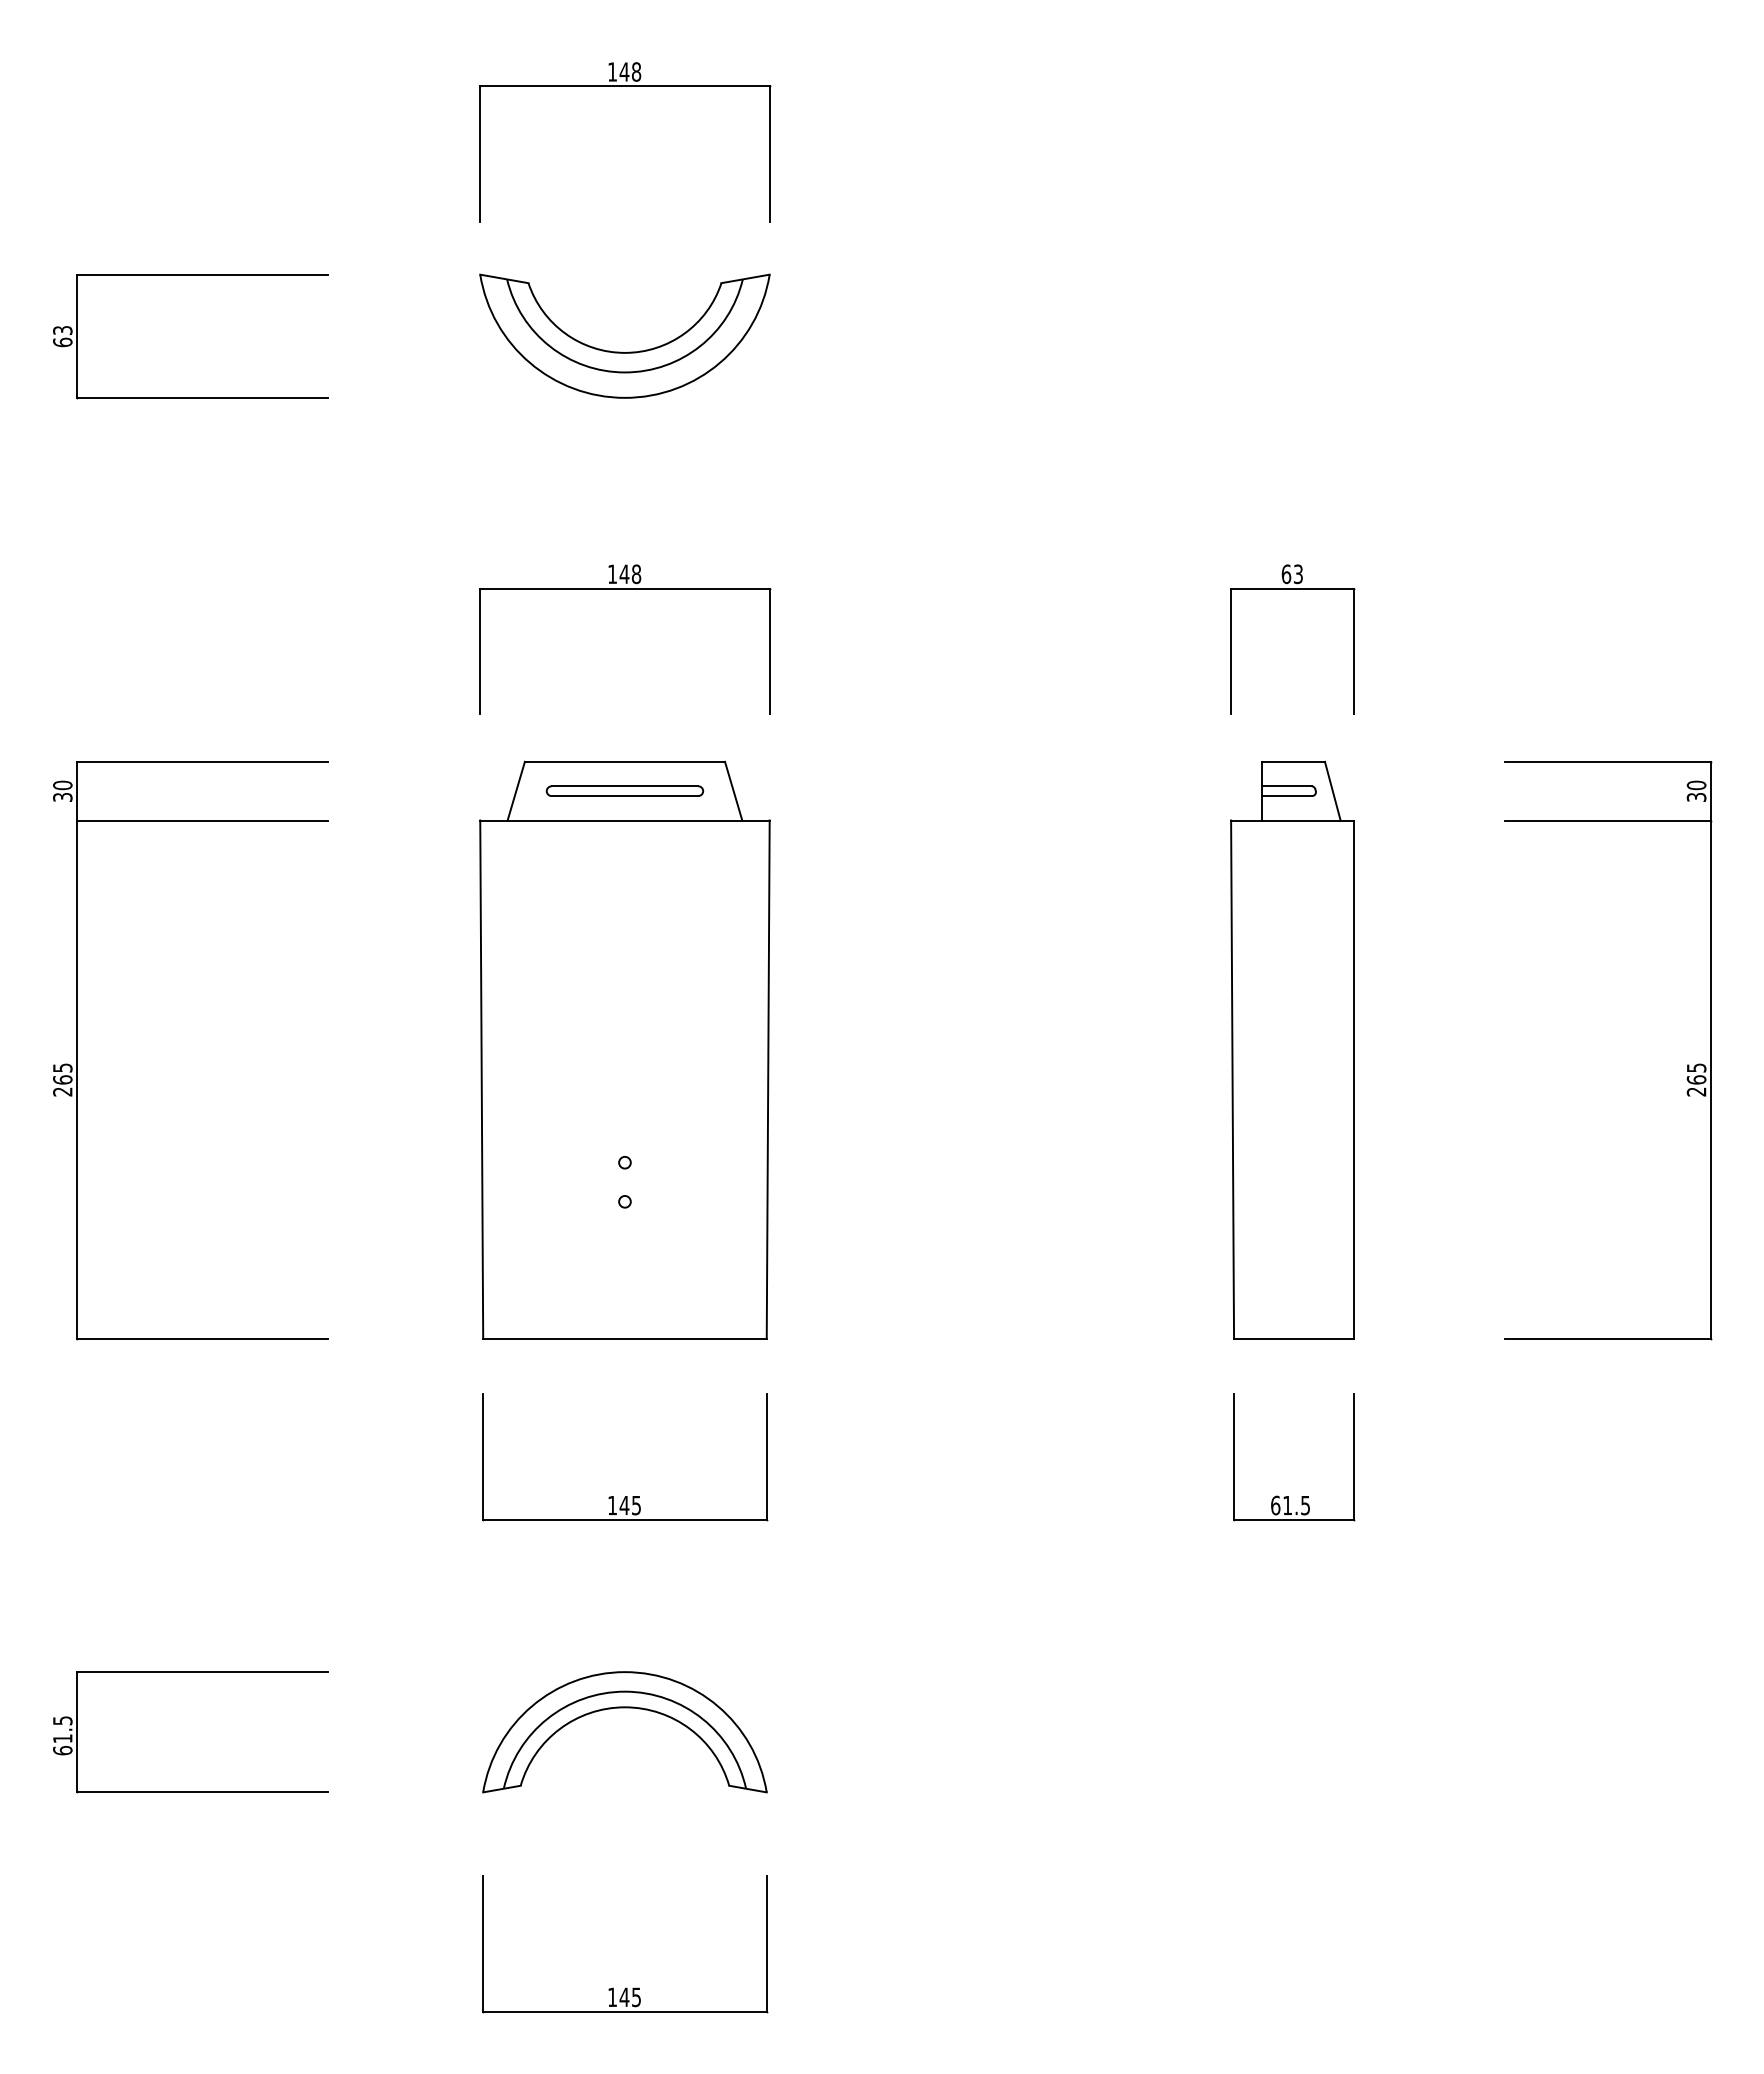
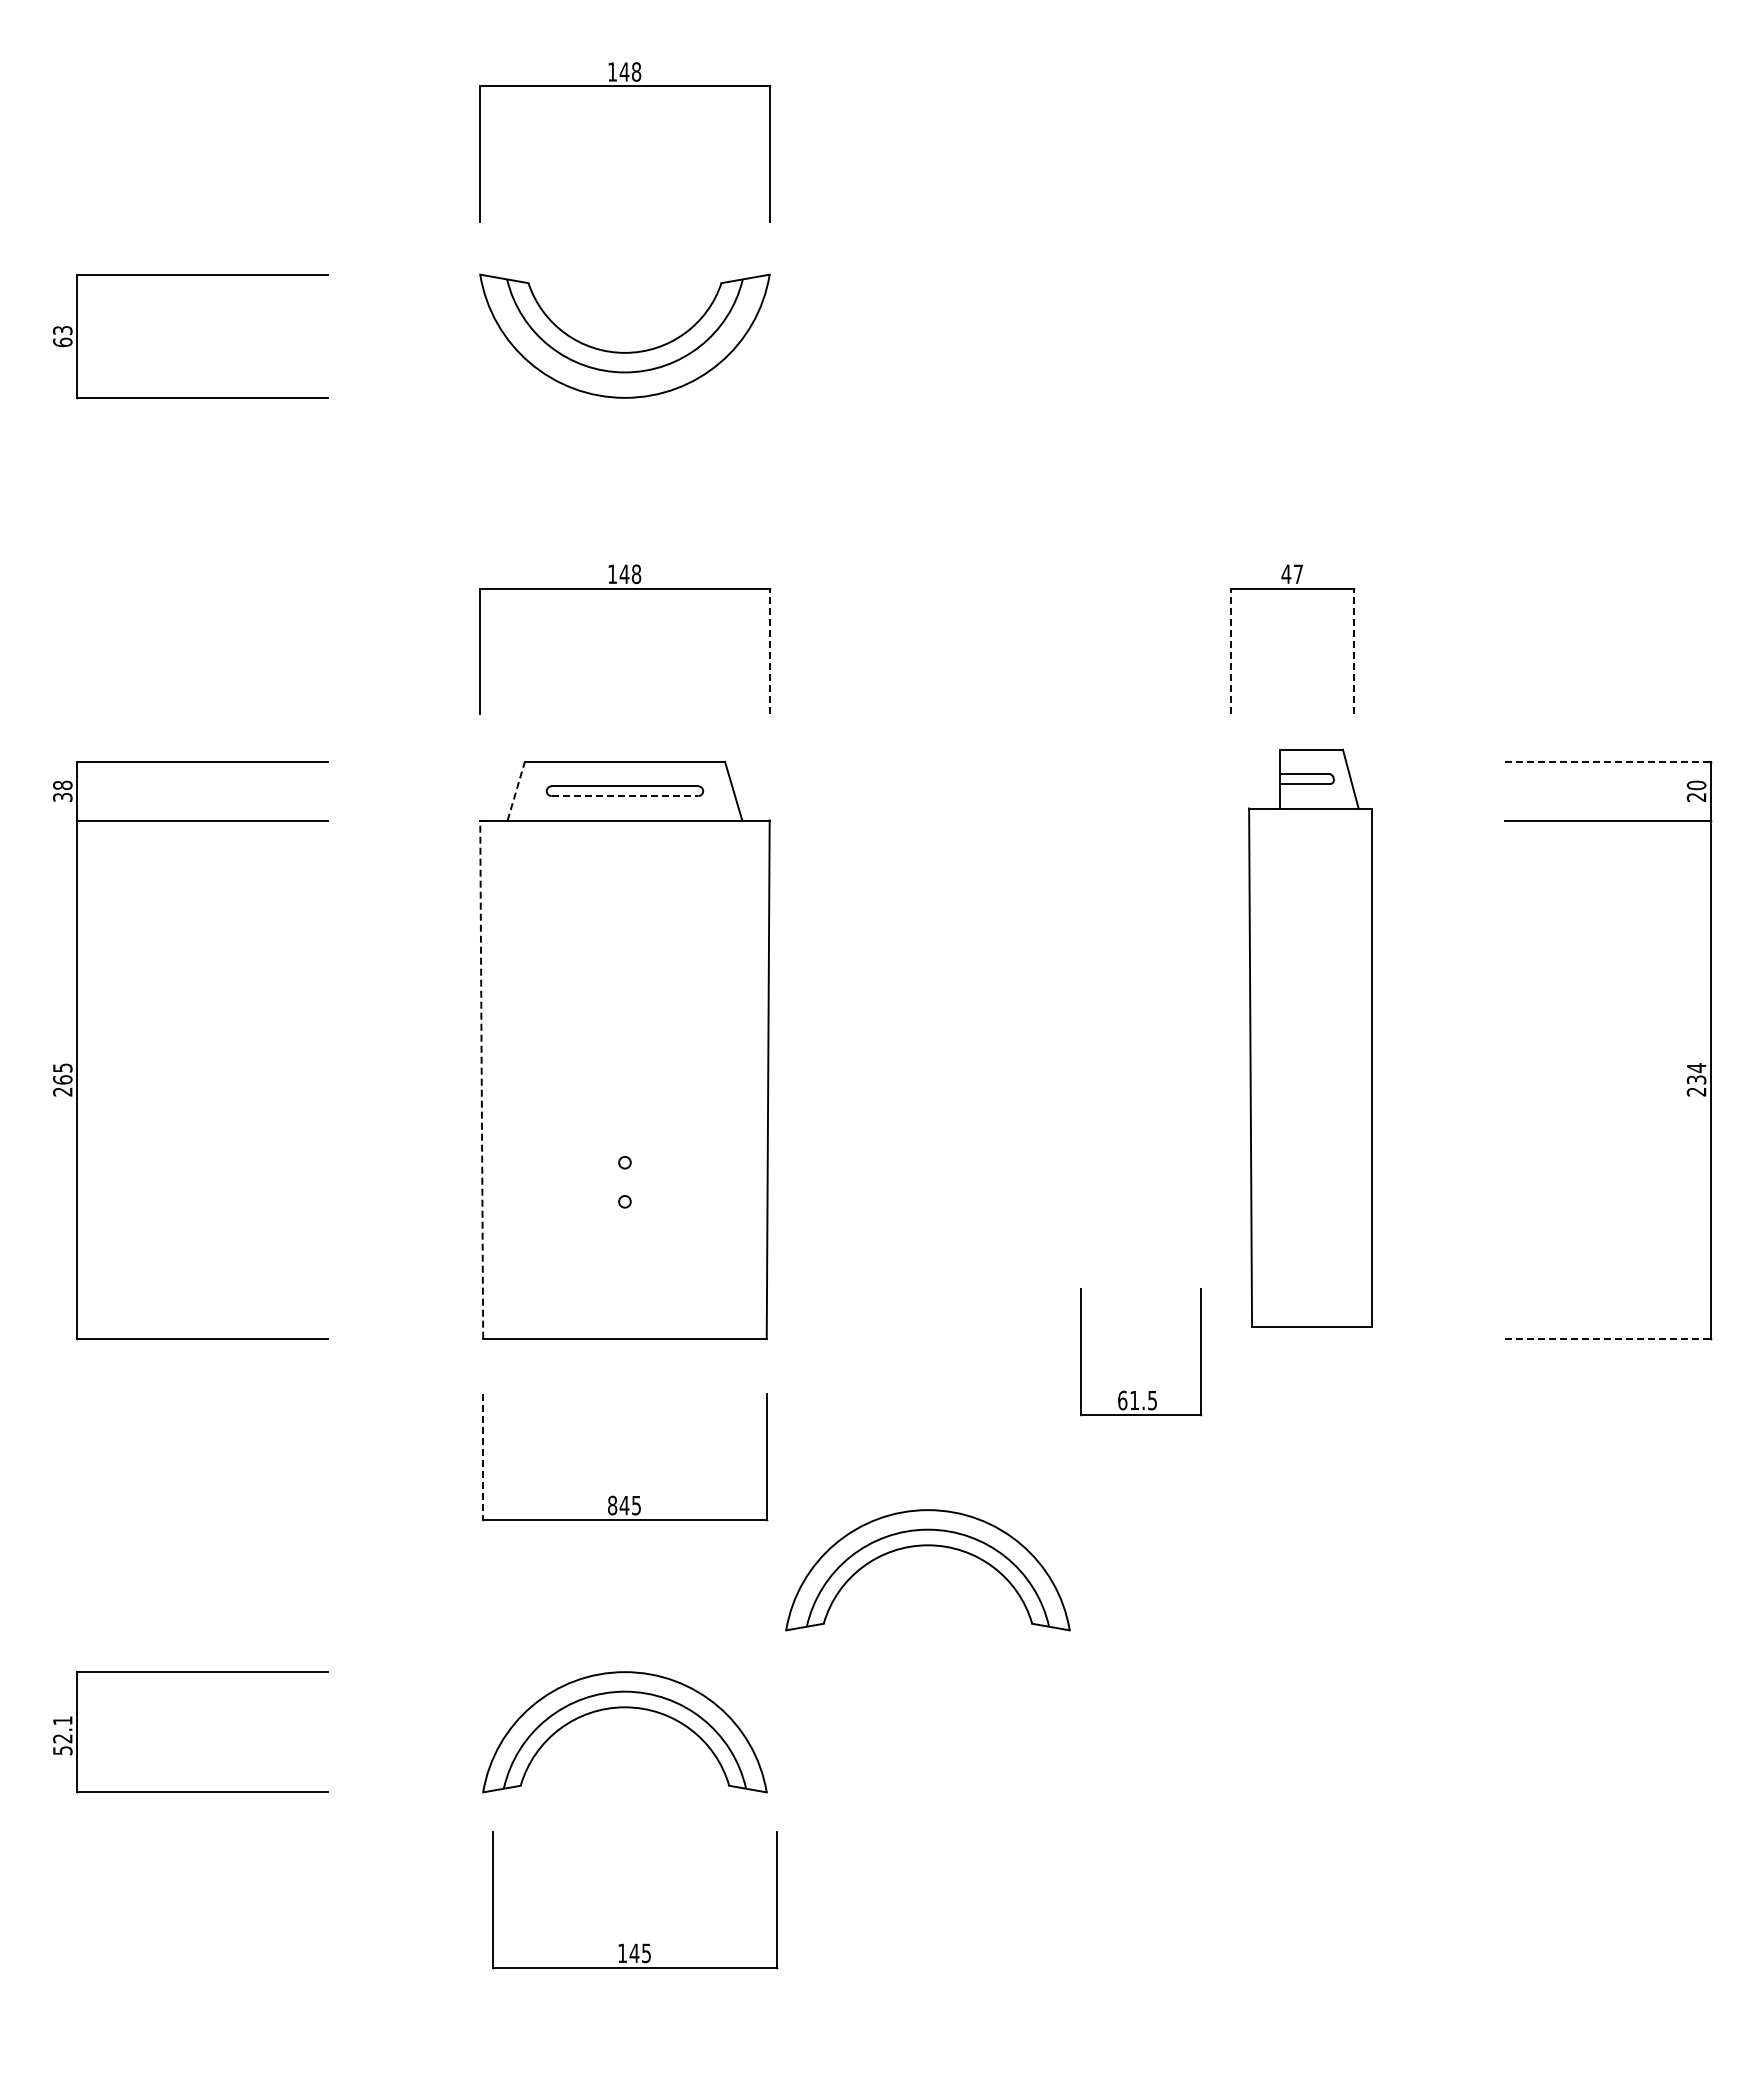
text at (1291, 574): 63 -> 47
line at (769, 651): solid -> dashed
line at (1231, 651): solid -> dashed
line at (1354, 651): solid -> dashed
line at (1608, 761): solid -> dashed
text at (62, 785): 30 -> 38
line at (516, 791): solid -> dashed
line at (625, 796): solid -> dashed
text at (1696, 797): 30 -> 20
part at (1292, 1049) position: (1292, 1049) -> (1310, 1037)
text at (1696, 1073): 265 -> 234
line at (481, 1079): solid -> dashed
line at (1608, 1338): solid -> dashed
line at (483, 1457): solid -> dashed
part at (1288, 1496) position: (1288, 1496) -> (1135, 1391)
text at (612, 1505): 145 -> 845
part at (927, 1546): none -> present
text at (62, 1735): 61.5 -> 52.1
part at (625, 1987) position: (625, 1987) -> (635, 1943)
